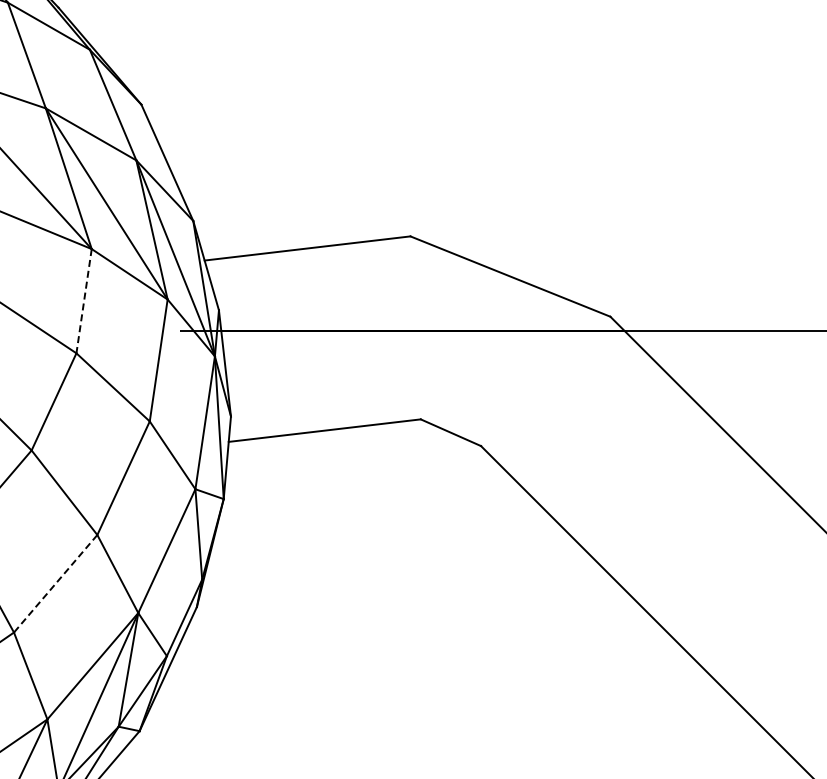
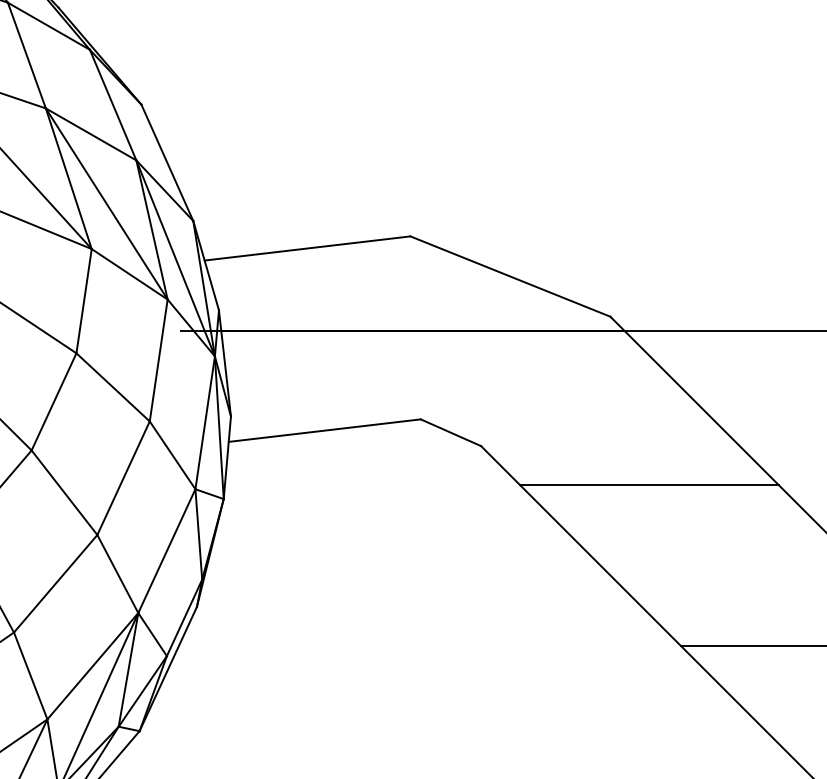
line at (84, 301): dashed -> solid
line at (649, 485): none -> present
line at (55, 584): dashed -> solid
line at (752, 646): none -> present
